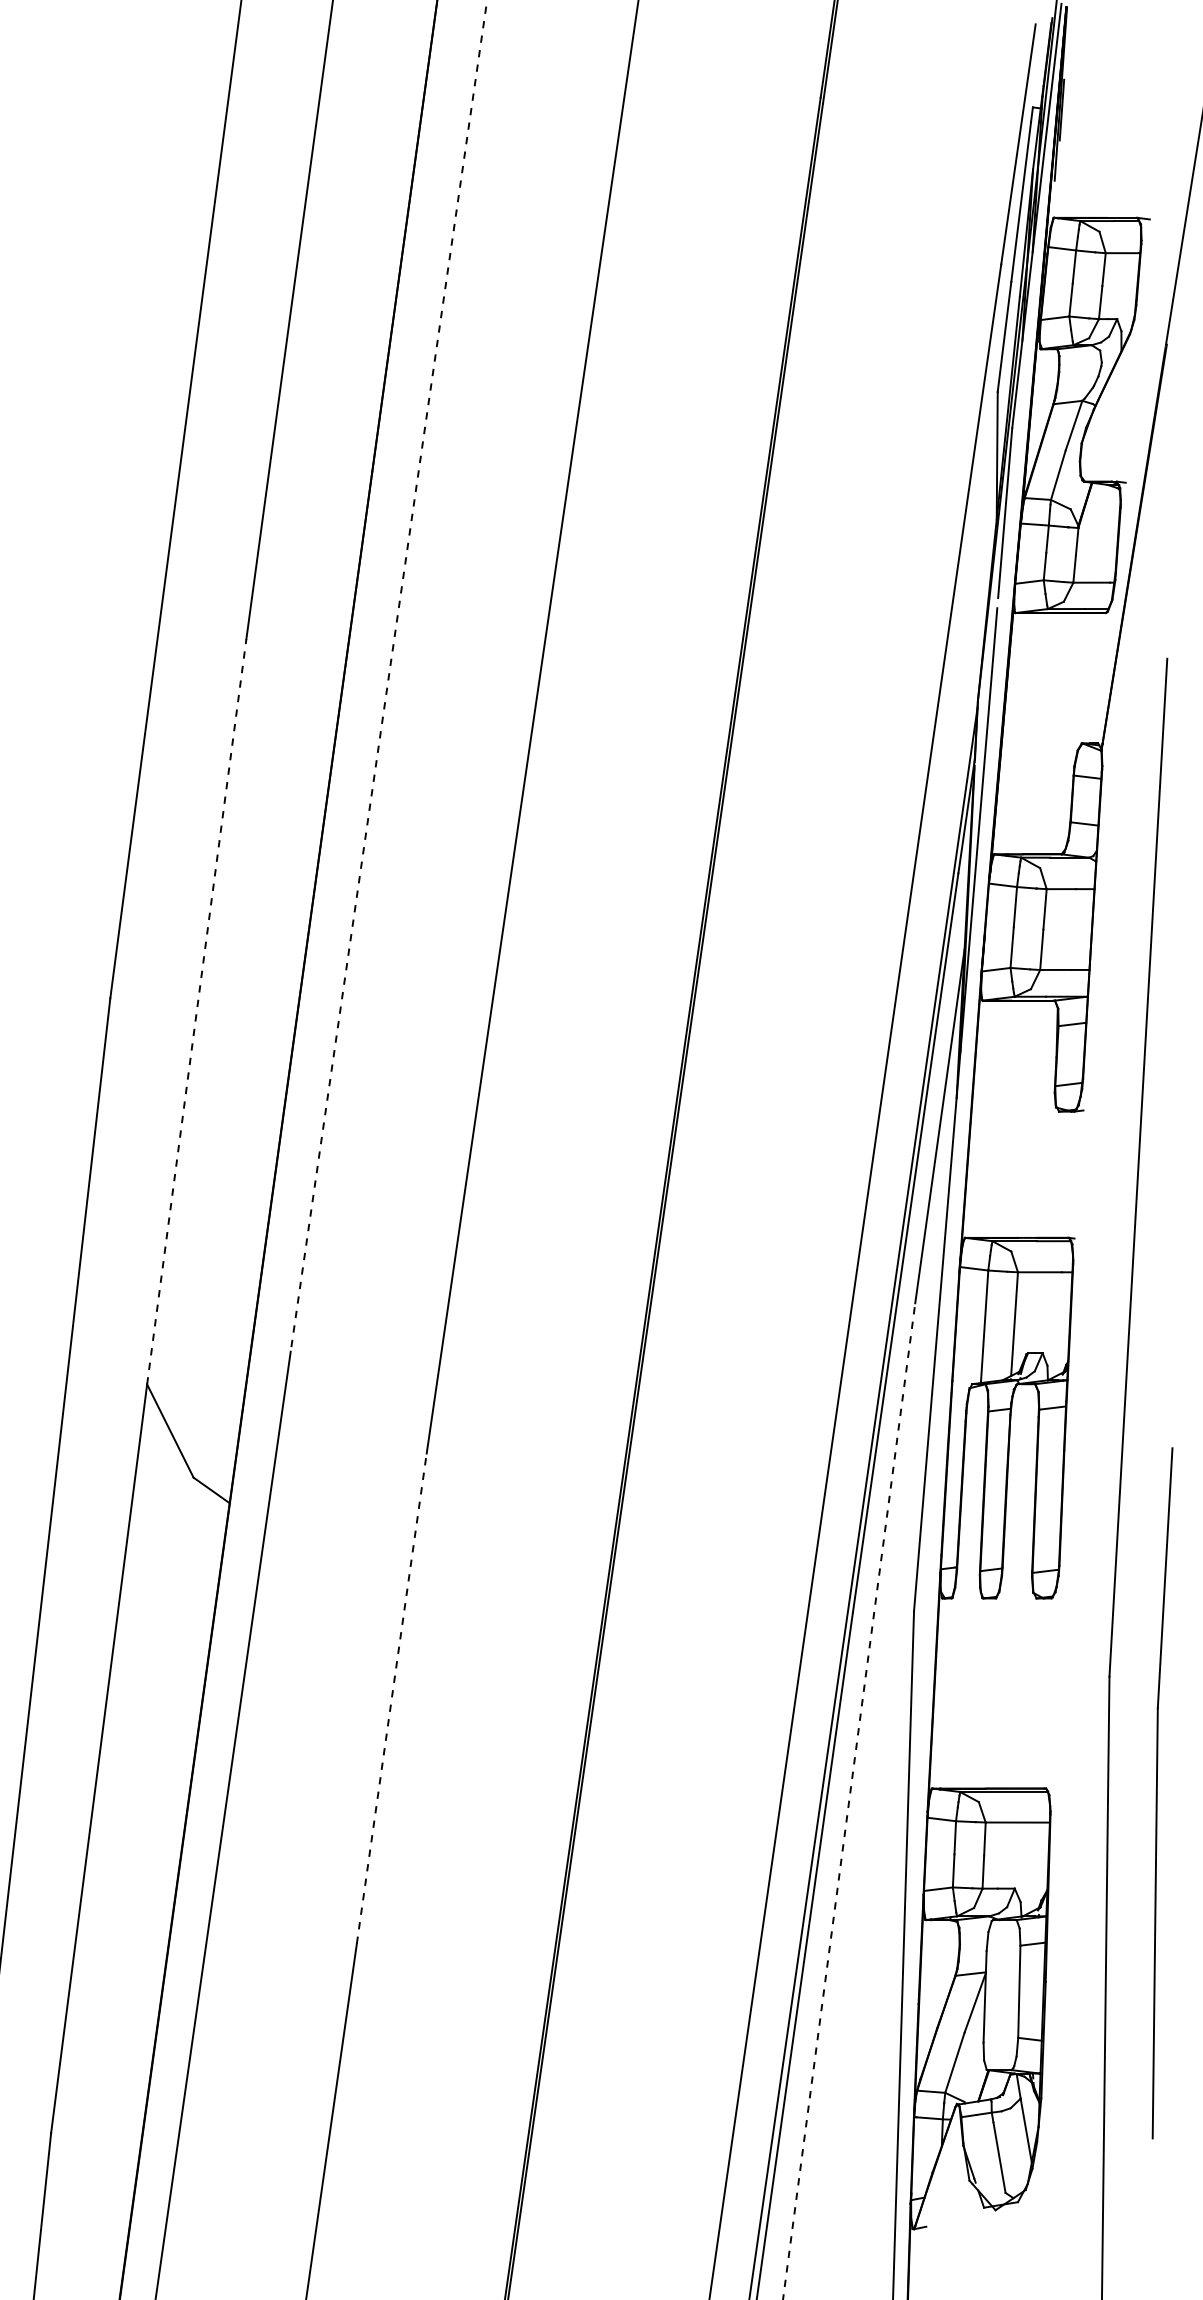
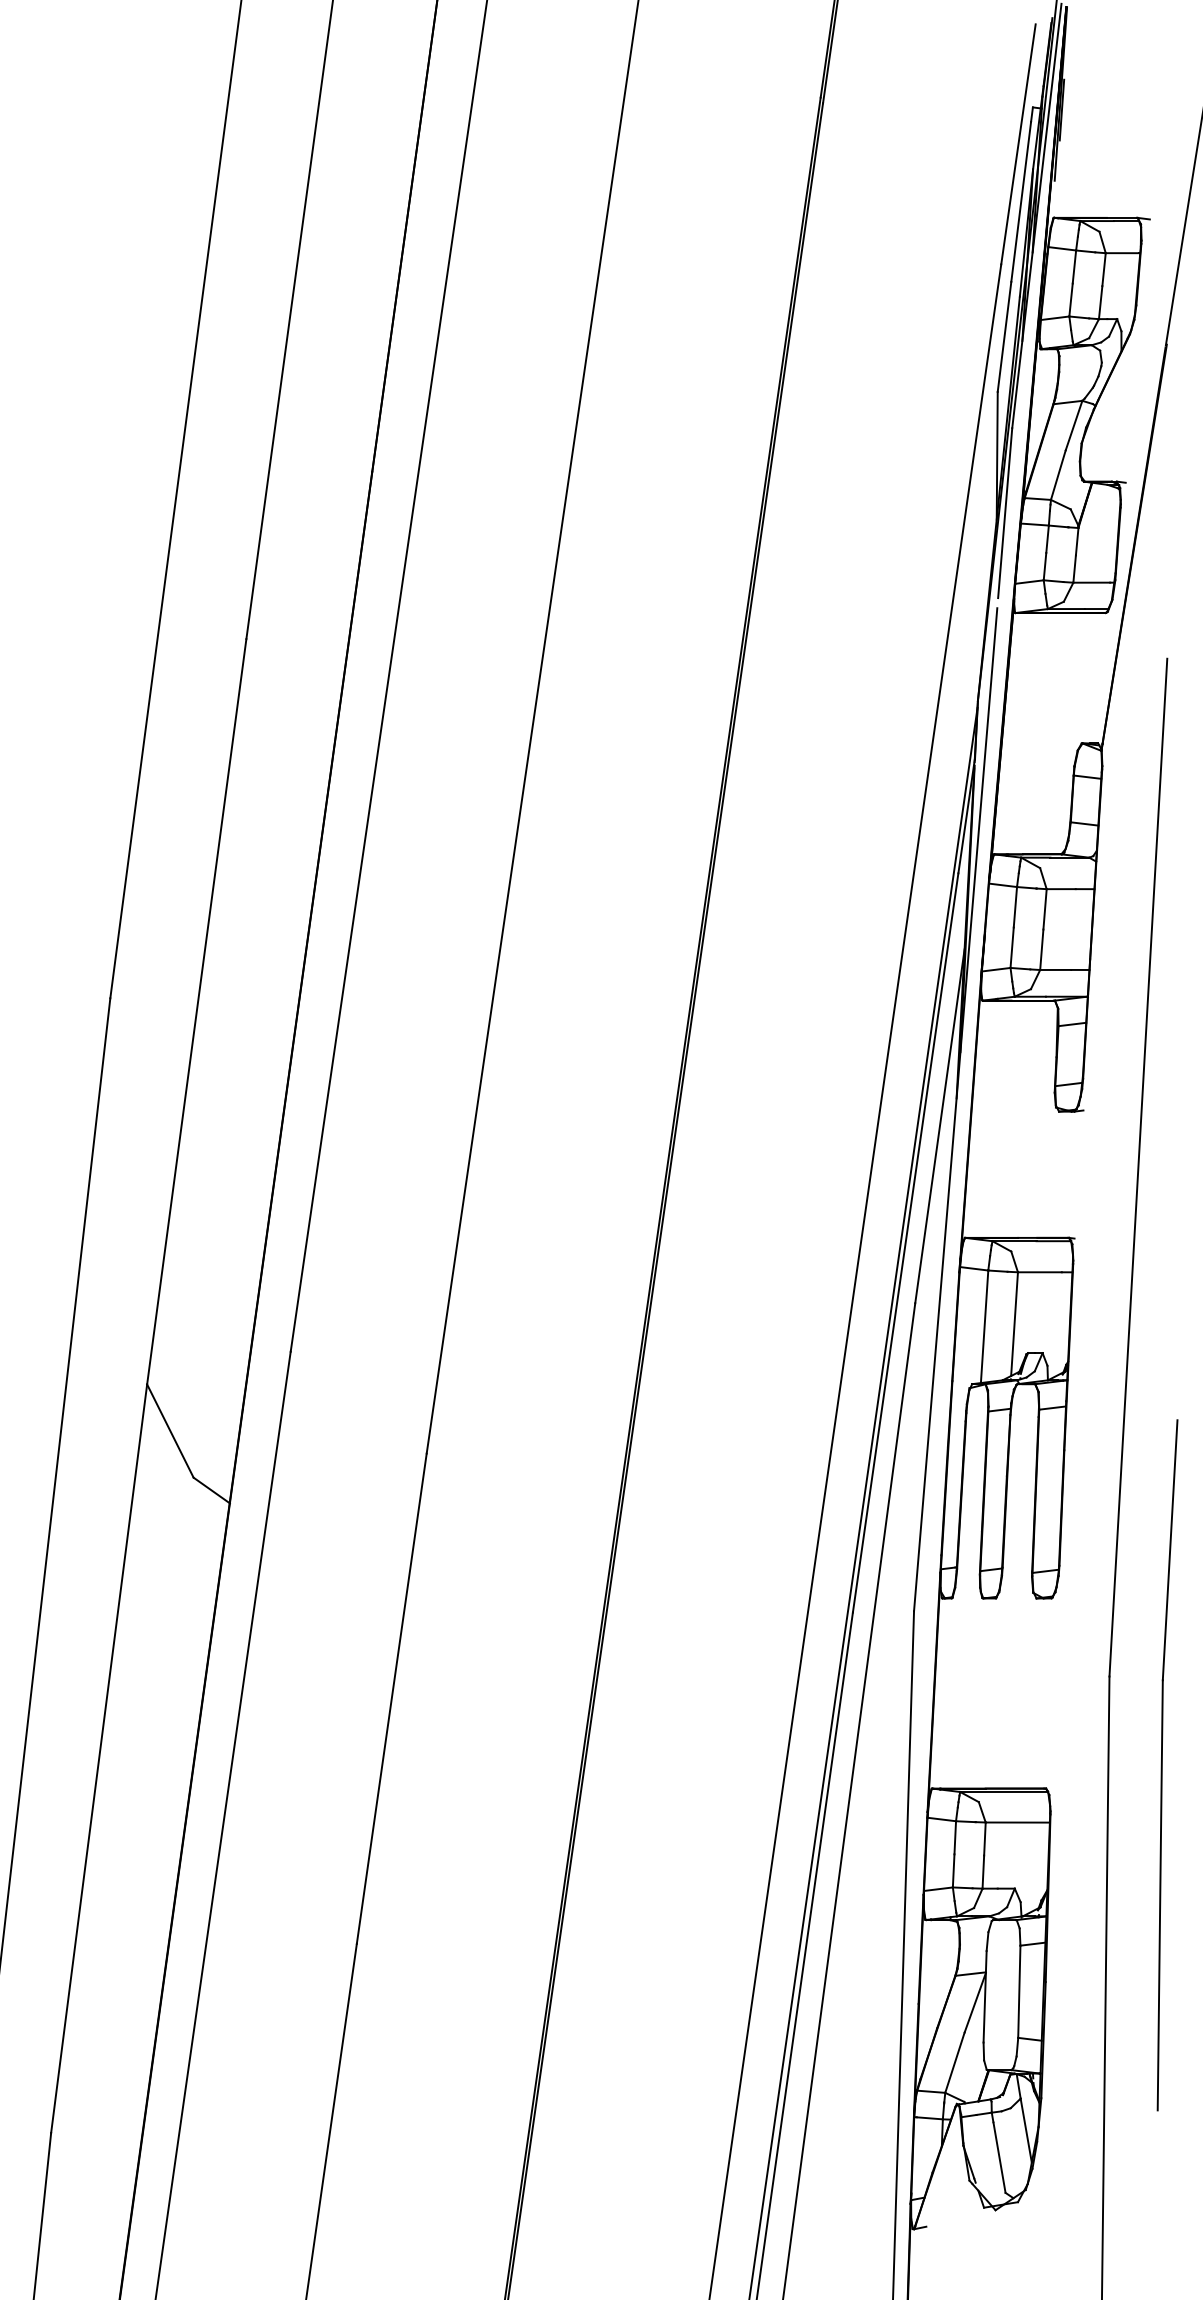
line at (388, 676): dashed -> solid
line at (196, 1011): dashed -> solid
line at (391, 1698): dashed -> solid
part at (1162, 1793) position: (1162, 1793) -> (1167, 1765)
line at (849, 1800): dashed -> solid
